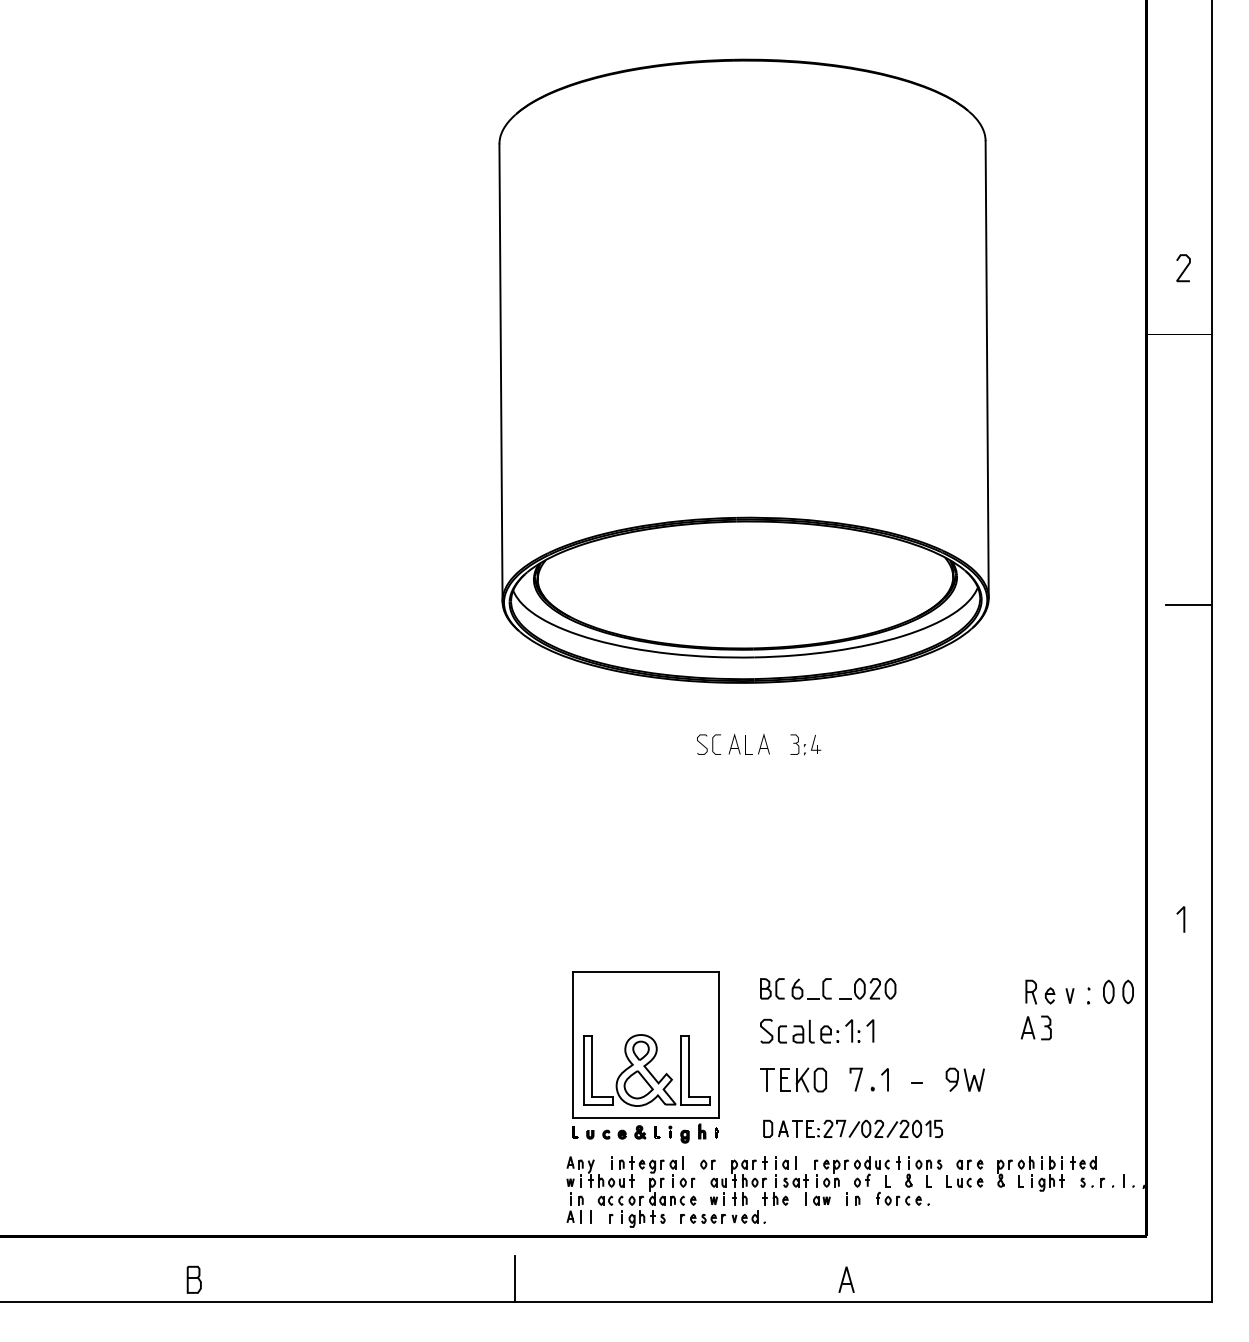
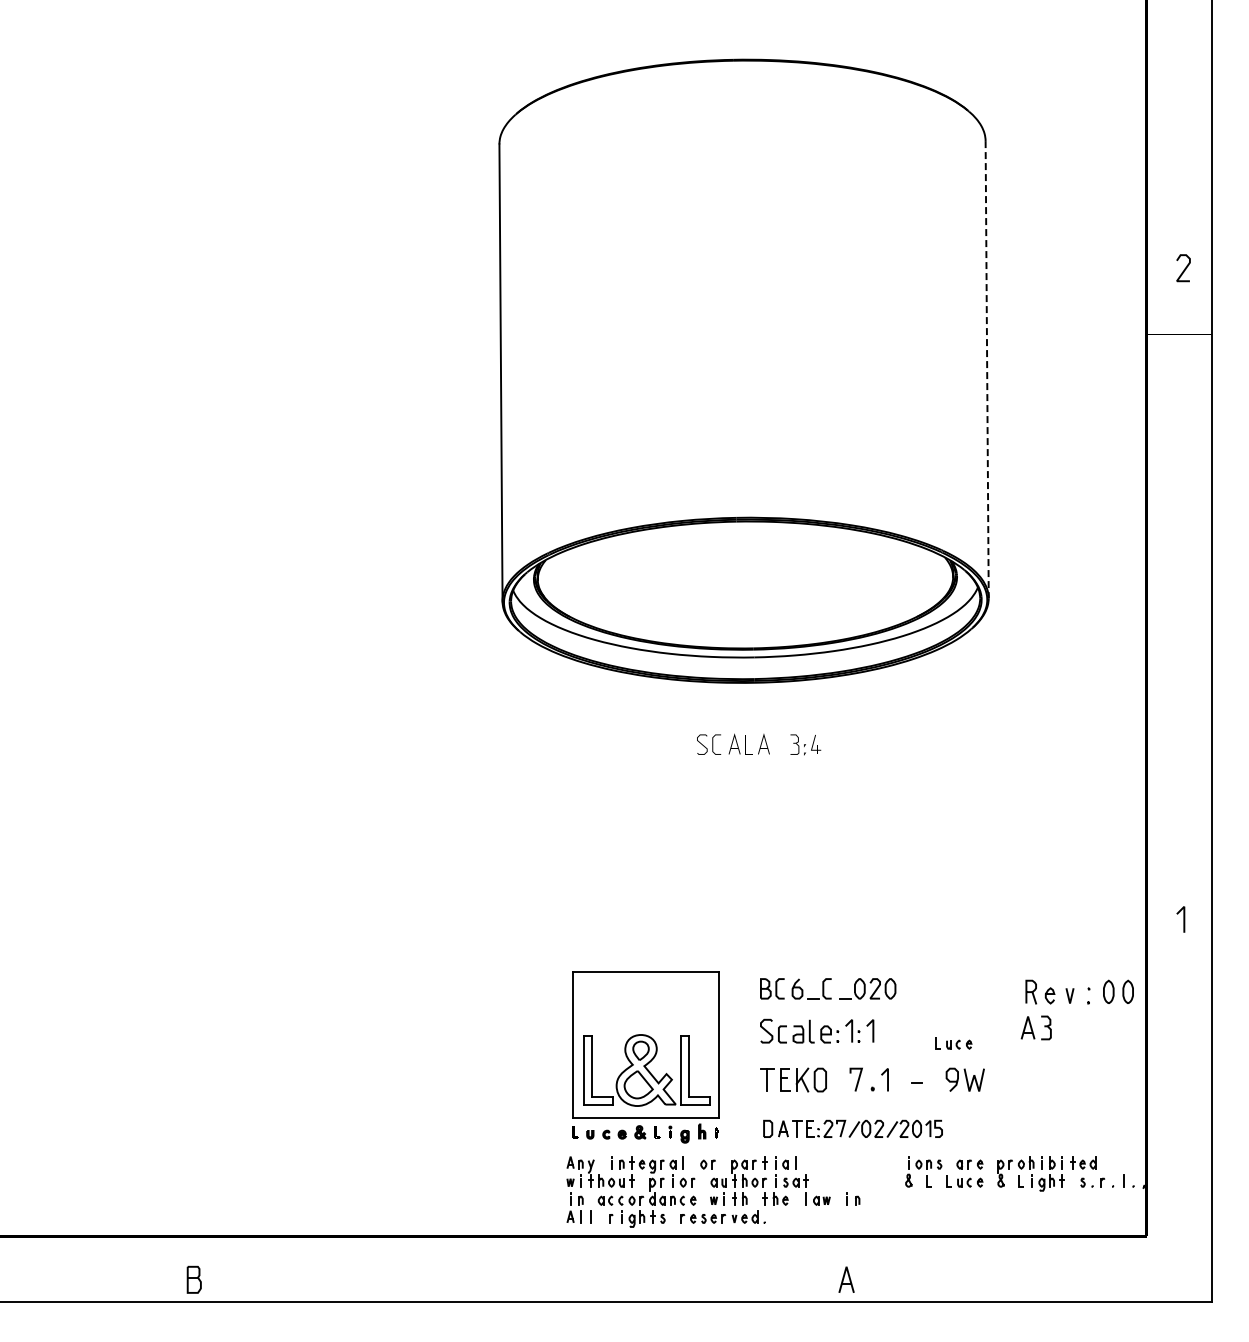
line at (987, 369): solid -> dashed
line at (1188, 604): present -> none
part at (953, 1043): none -> present
part at (871, 1180): present -> none
line at (514, 1278): present -> none
